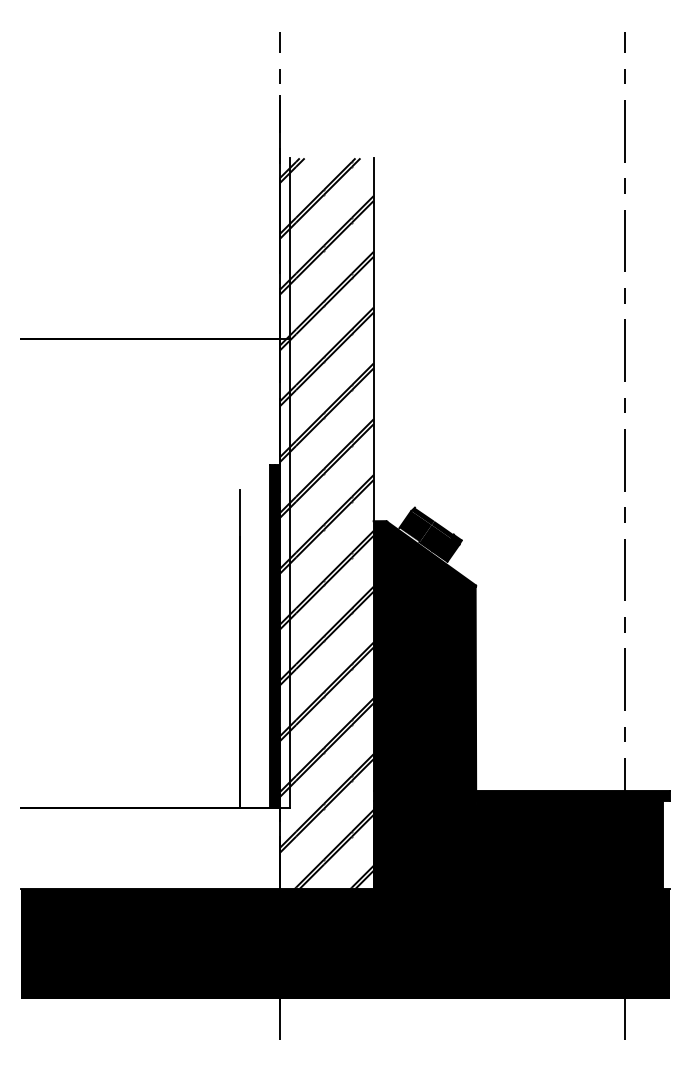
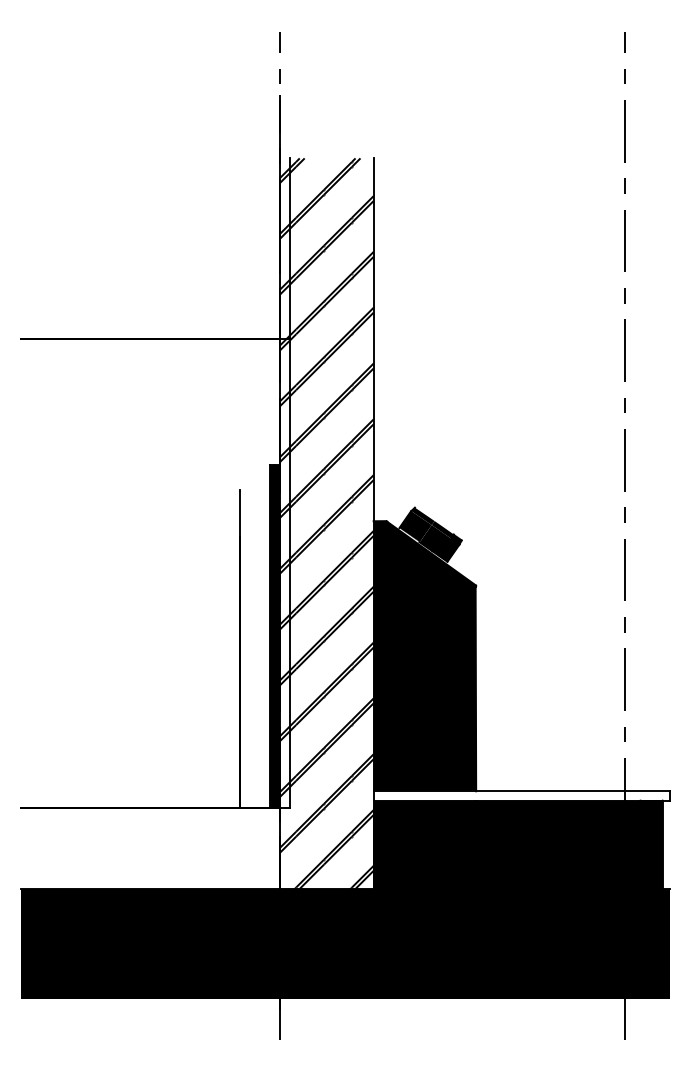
fill at (521, 795): present -> none
